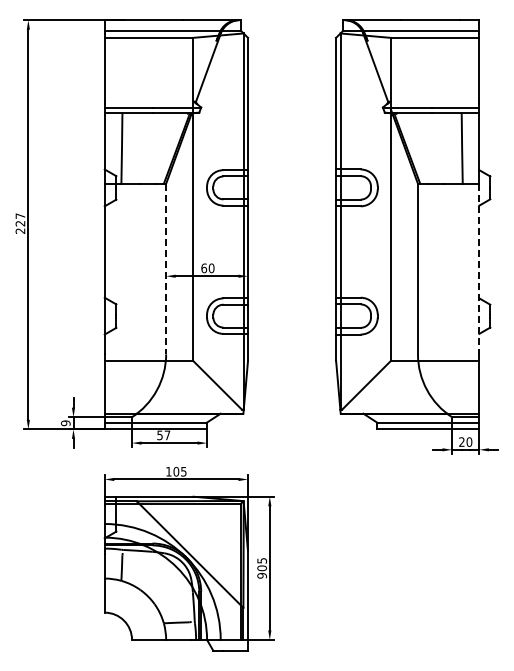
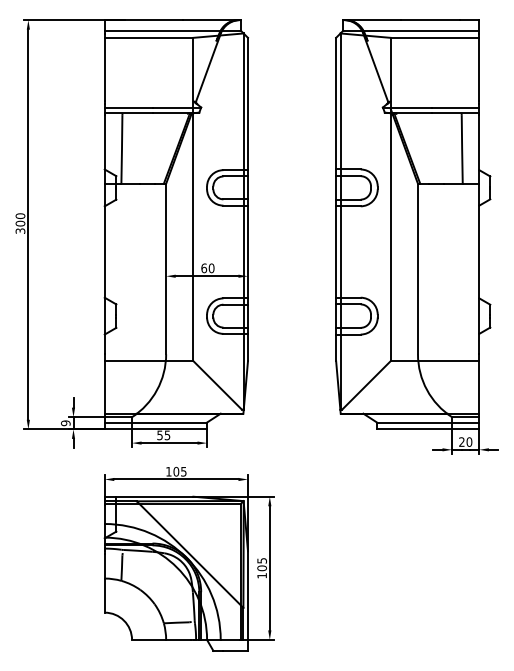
text at (20, 223): 227 -> 300
line at (166, 269): dashed -> solid
line at (479, 269): dashed -> solid
text at (167, 435): 57 -> 55
text at (261, 575): 905 -> 105
